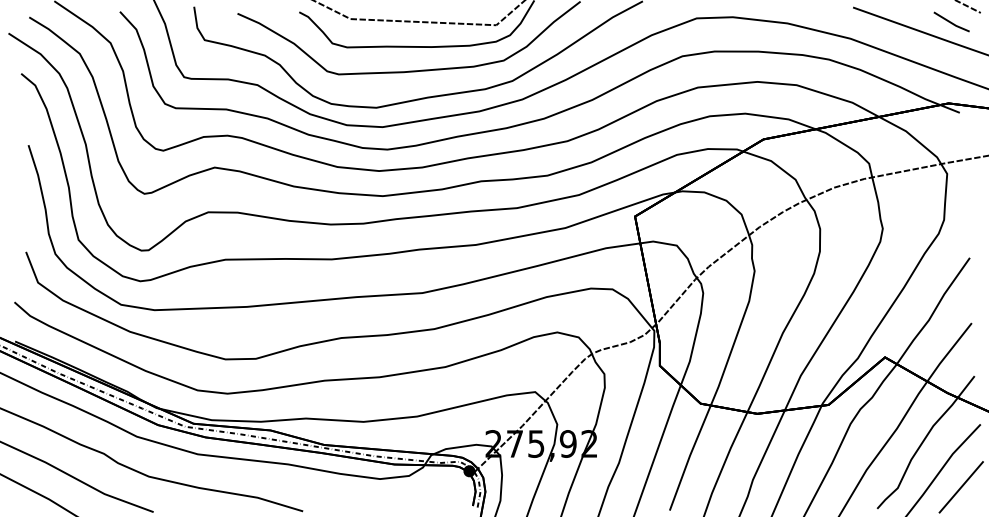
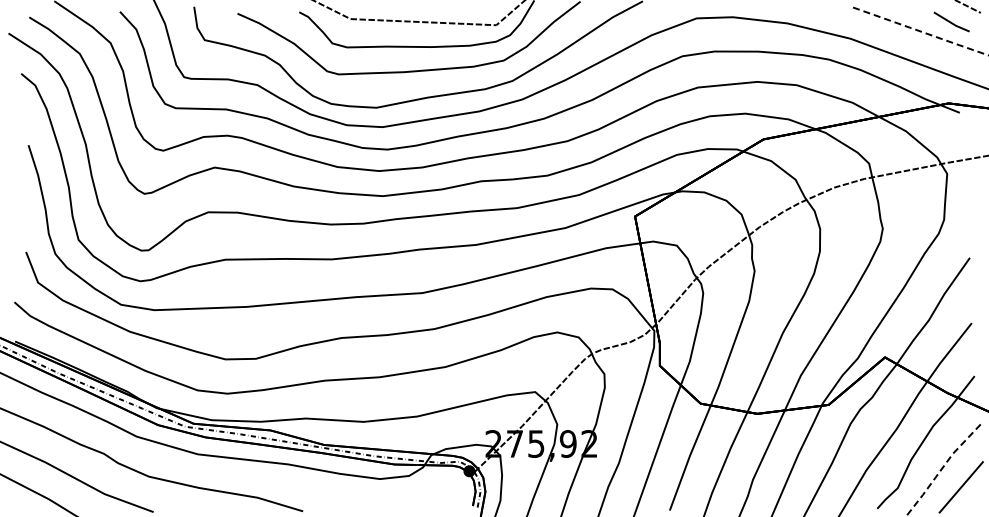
line at (921, 31): solid -> dashed
line at (941, 469): solid -> dashed
